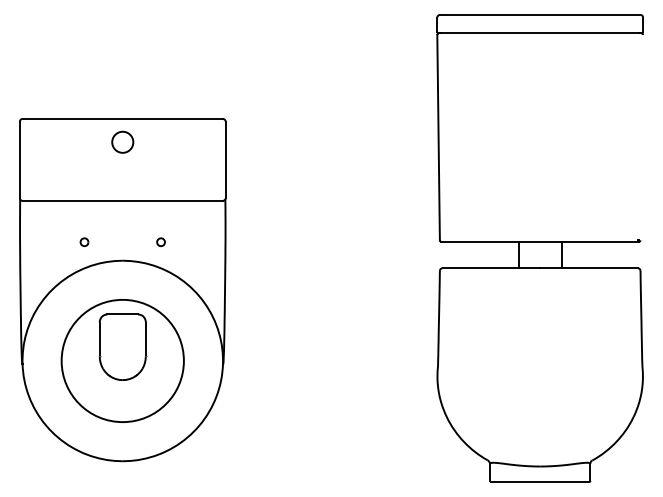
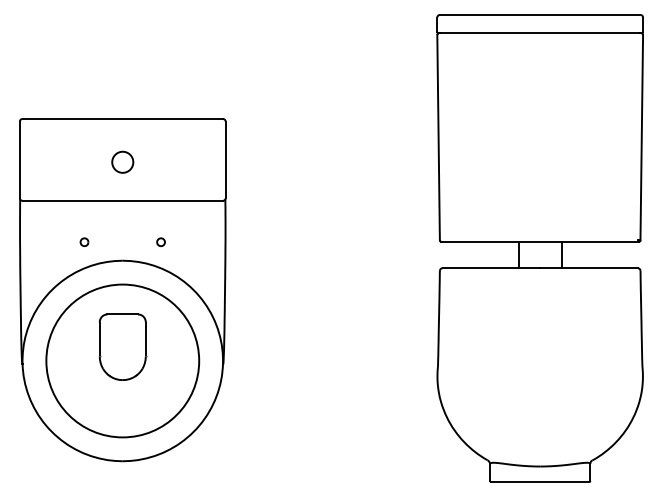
line at (641, 137): none -> present
circle at (122, 141) position: (122, 141) -> (122, 161)
circle at (122, 360) diameter: 122 px -> 153 px
